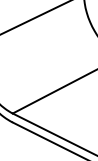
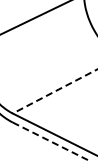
line at (55, 91): solid -> dashed
line at (51, 141): solid -> dashed
